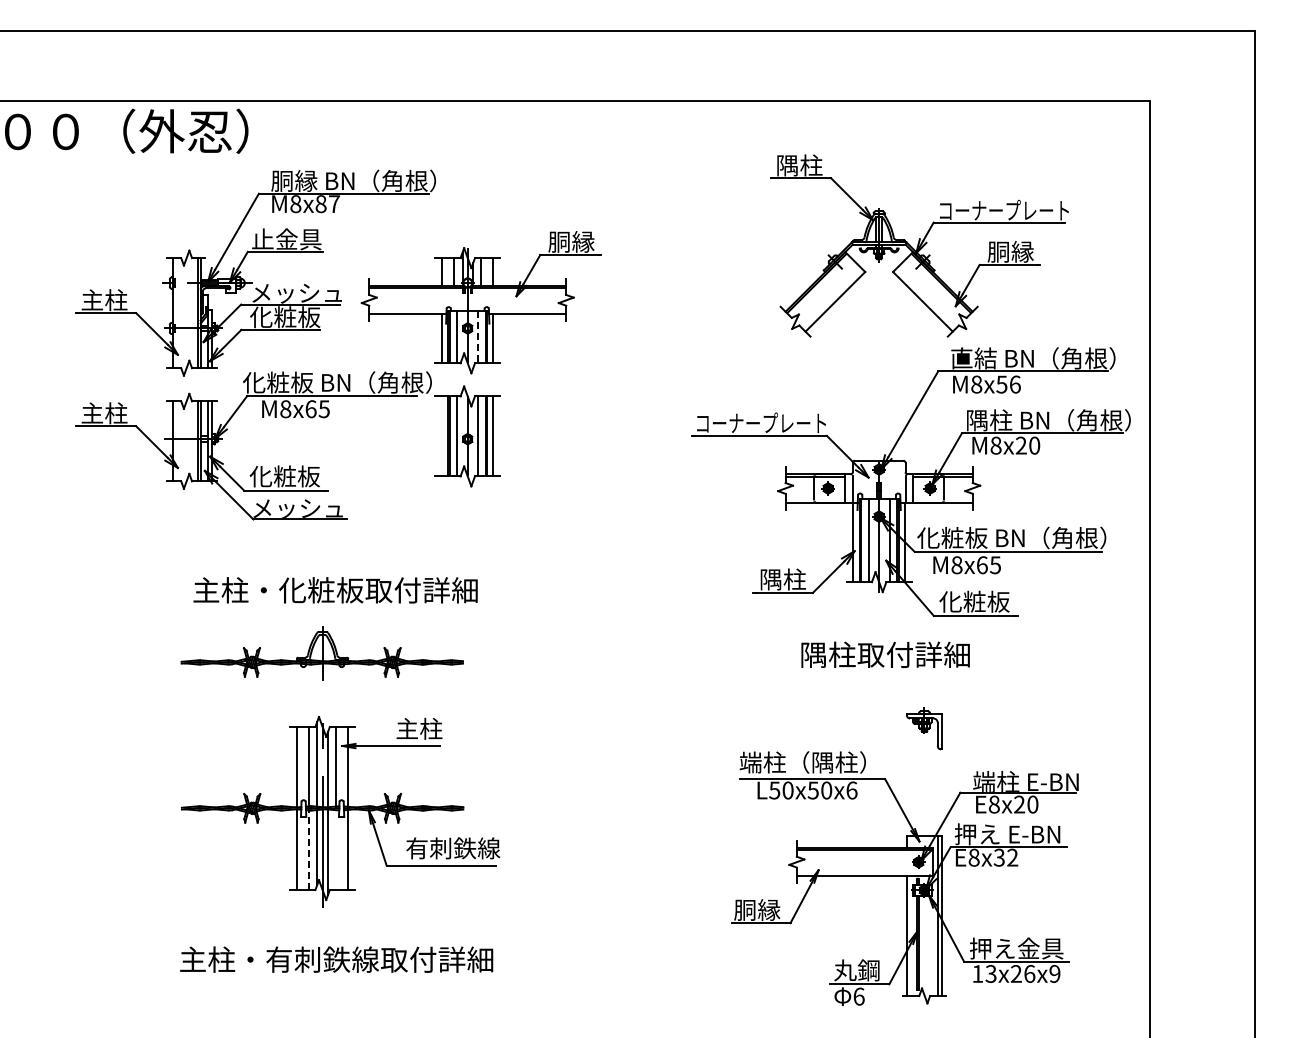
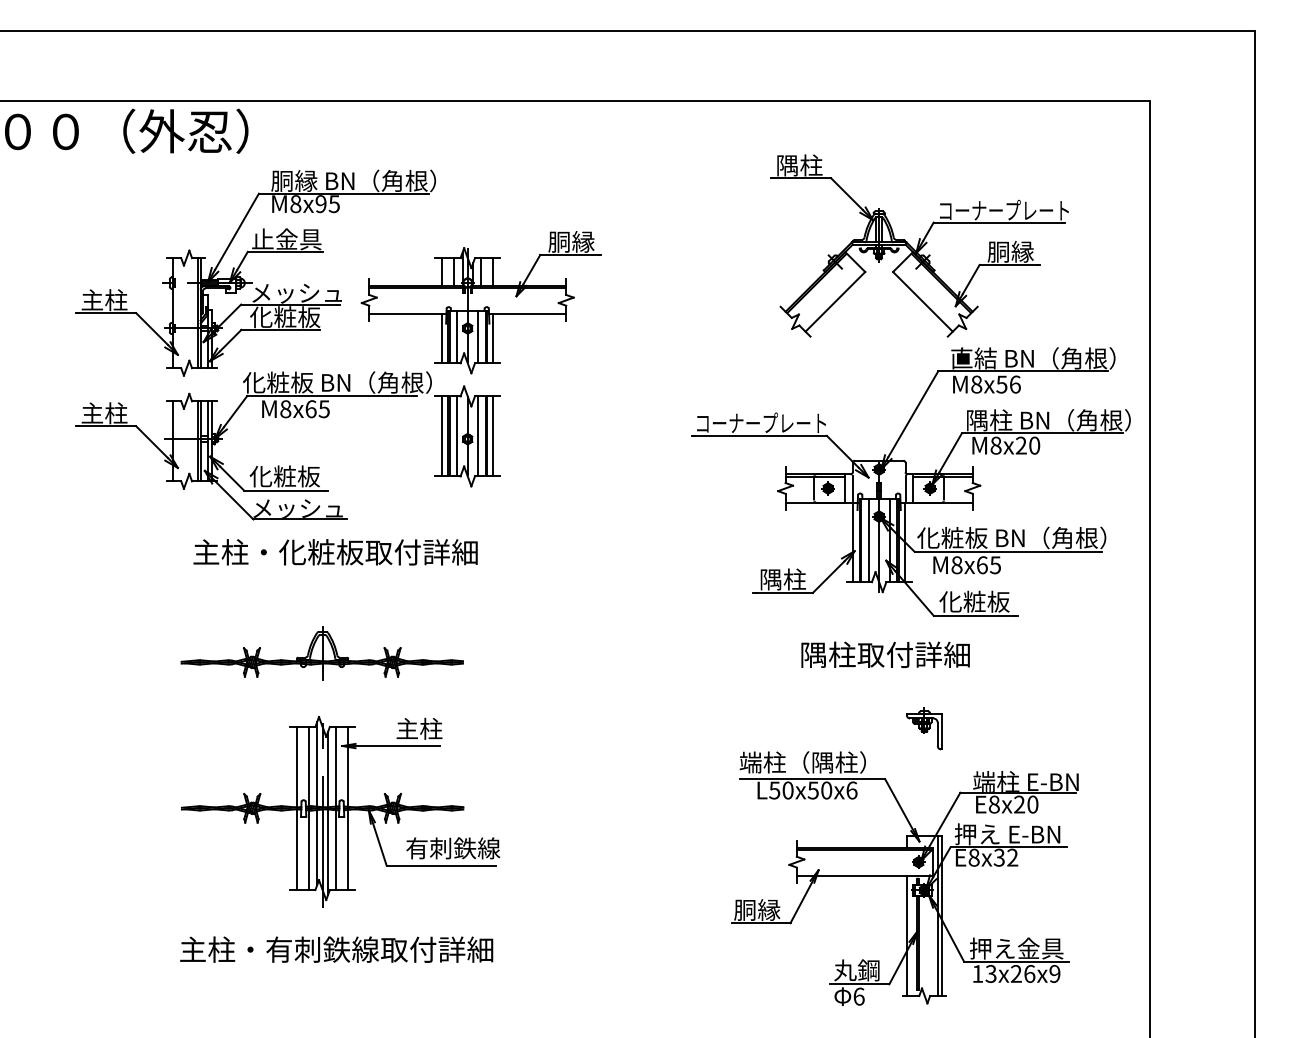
text at (327, 204): M8x87 -> M8x95
line at (478, 337): dashed -> solid
line at (442, 436): none -> present
text at (335, 590) position: (335, 590) -> (335, 552)
line at (309, 850): dashed -> solid
line at (335, 850): none -> present
text at (336, 959) position: (336, 959) -> (336, 949)
